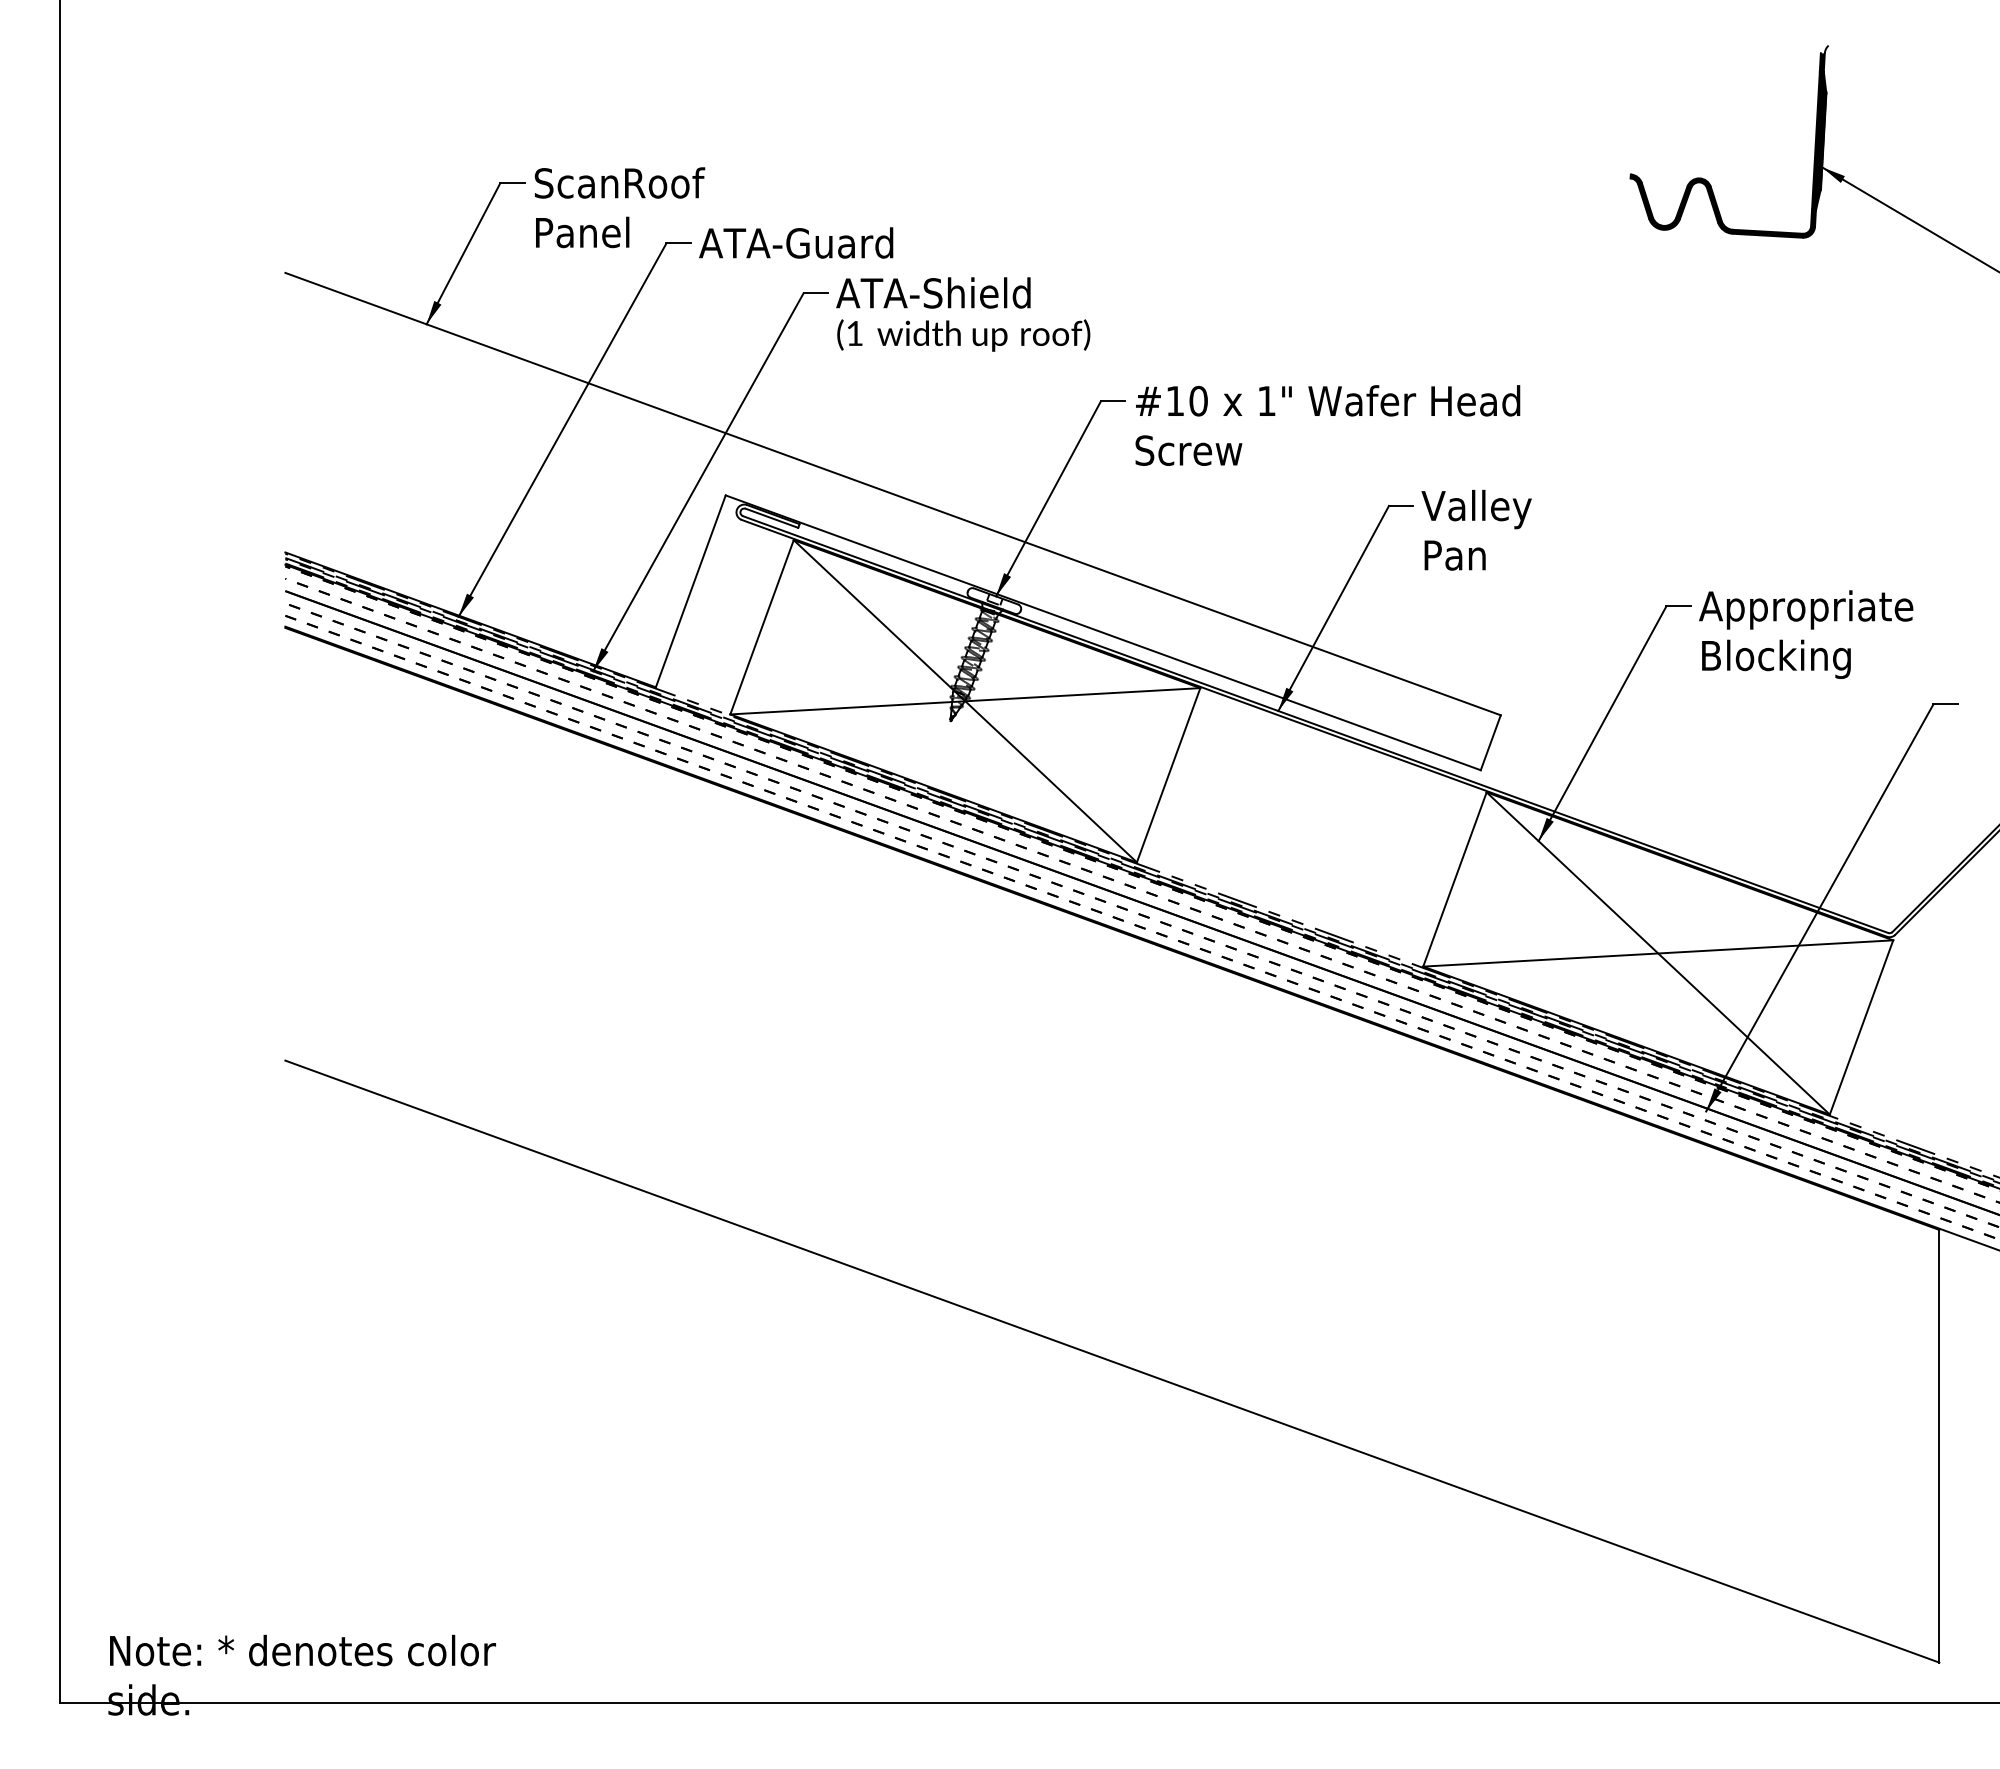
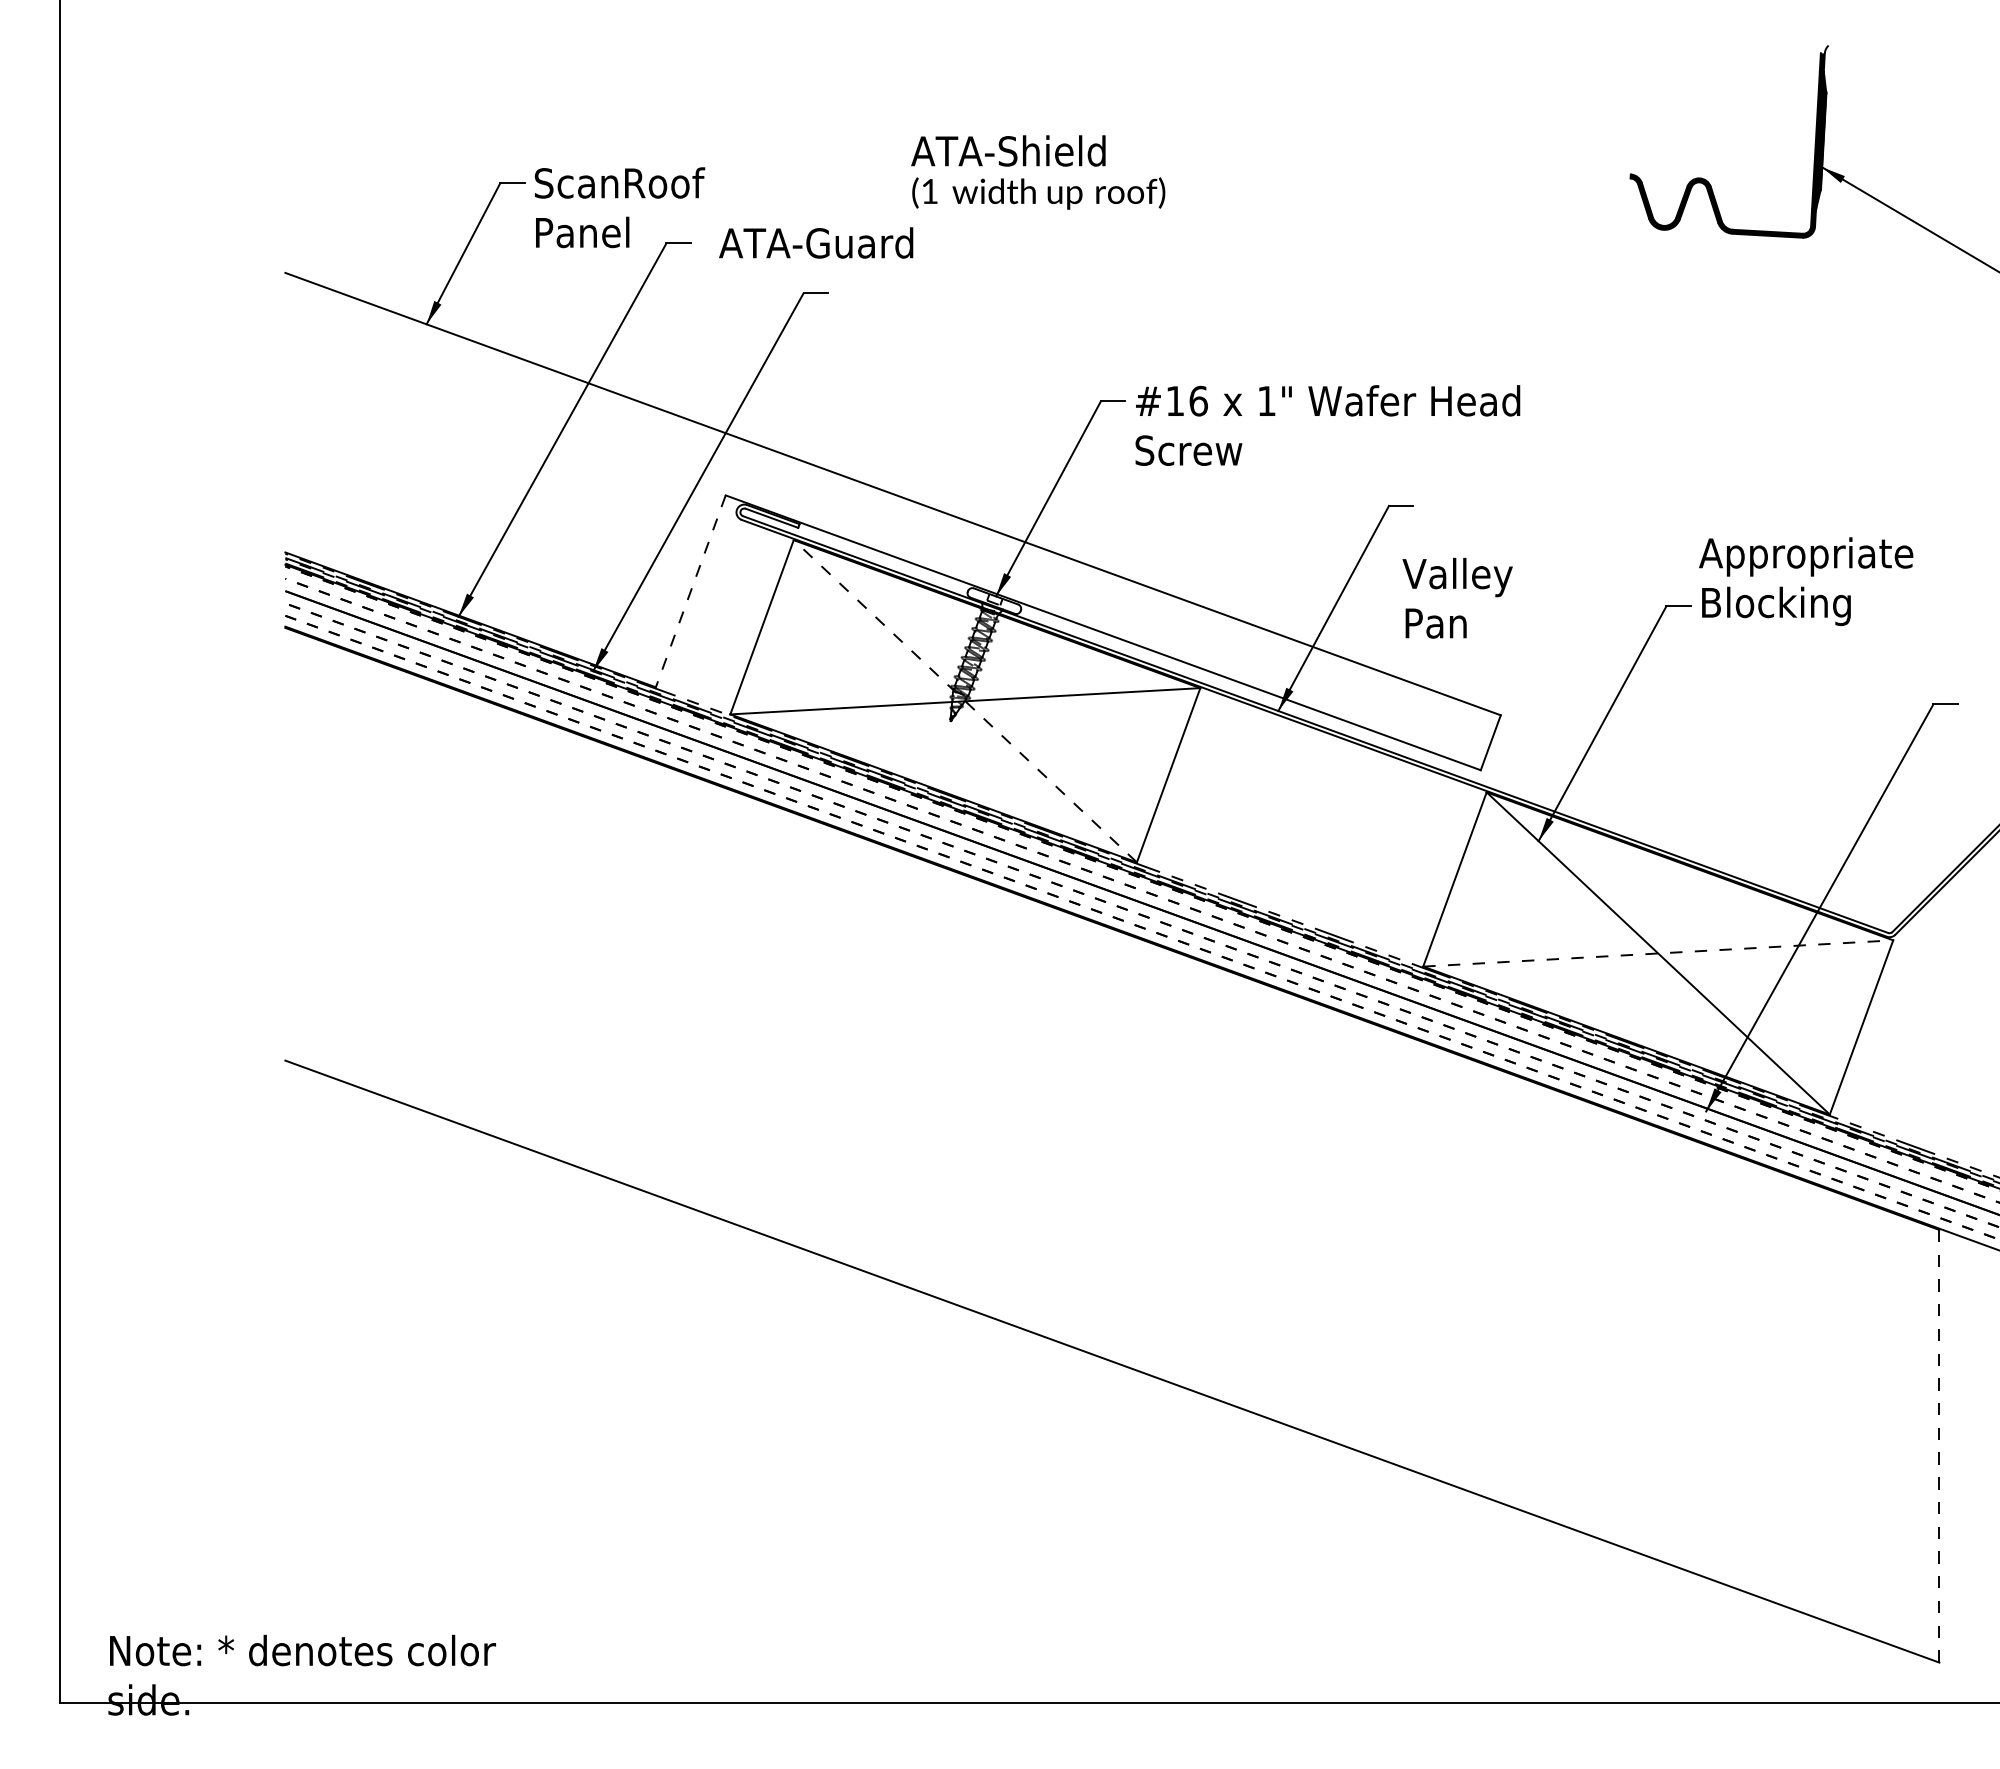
text at (796, 242) position: (796, 242) -> (816, 242)
text at (963, 314) position: (963, 314) -> (1038, 172)
text at (1198, 400): #10 -> #16
text at (1476, 529) position: (1476, 529) -> (1457, 597)
line at (690, 591): solid -> dashed
text at (1806, 634) position: (1806, 634) -> (1806, 581)
line at (964, 700): solid -> dashed
line at (1658, 953): solid -> dashed
line at (1939, 1446): solid -> dashed
